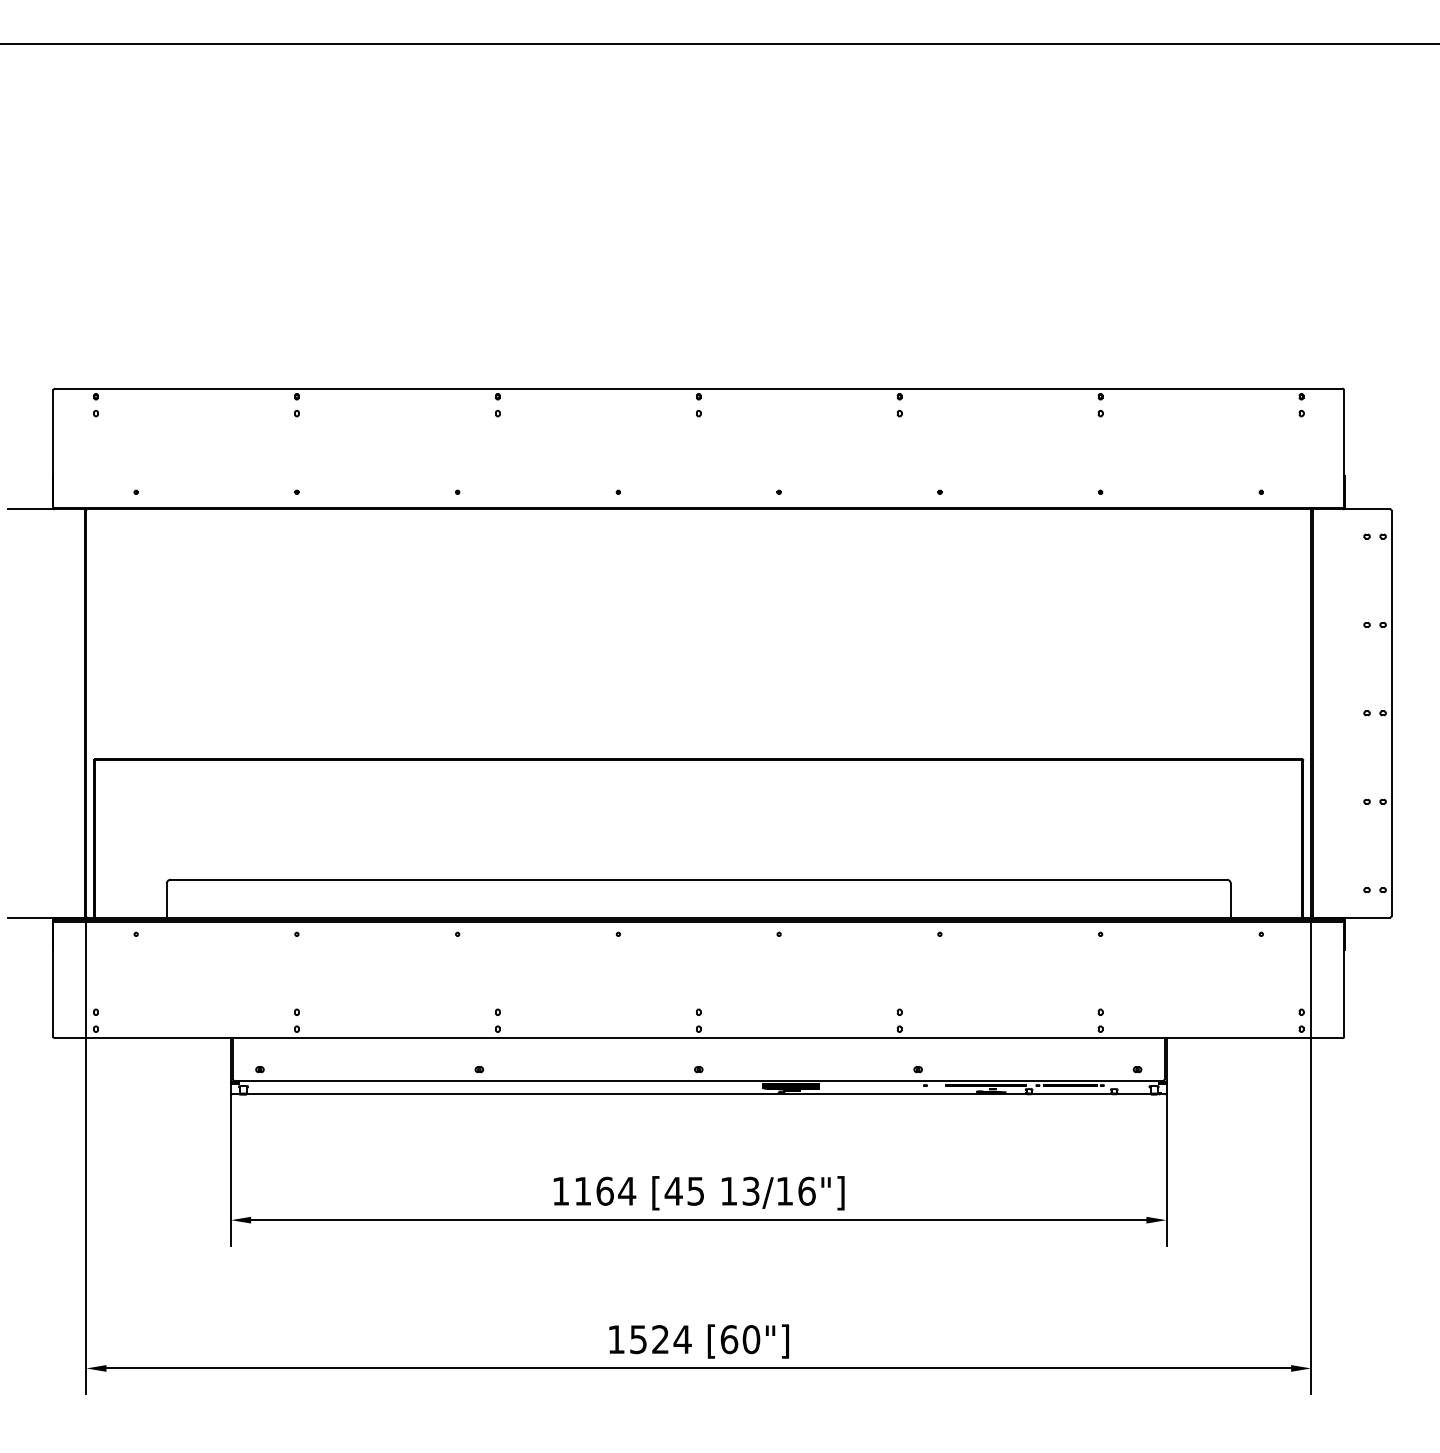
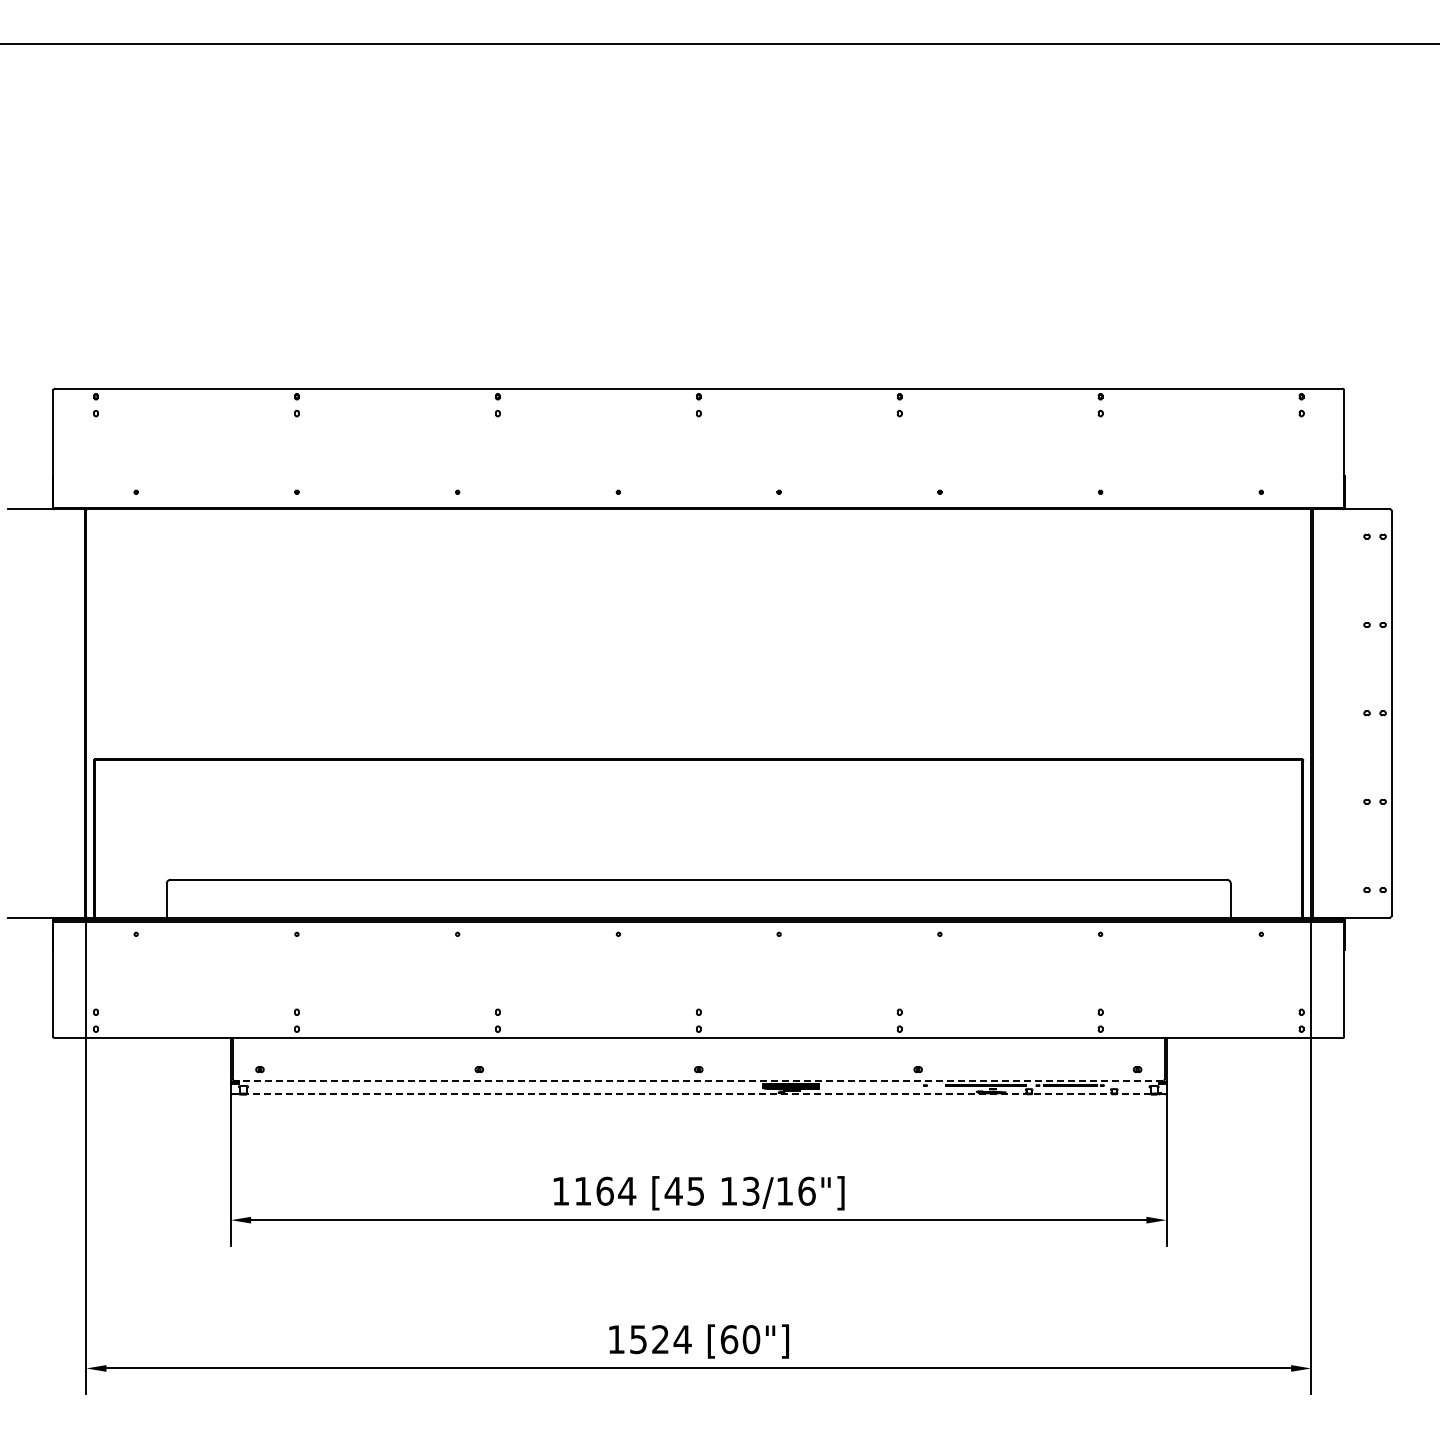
line at (698, 1080): solid -> dashed
line at (698, 1094): solid -> dashed
